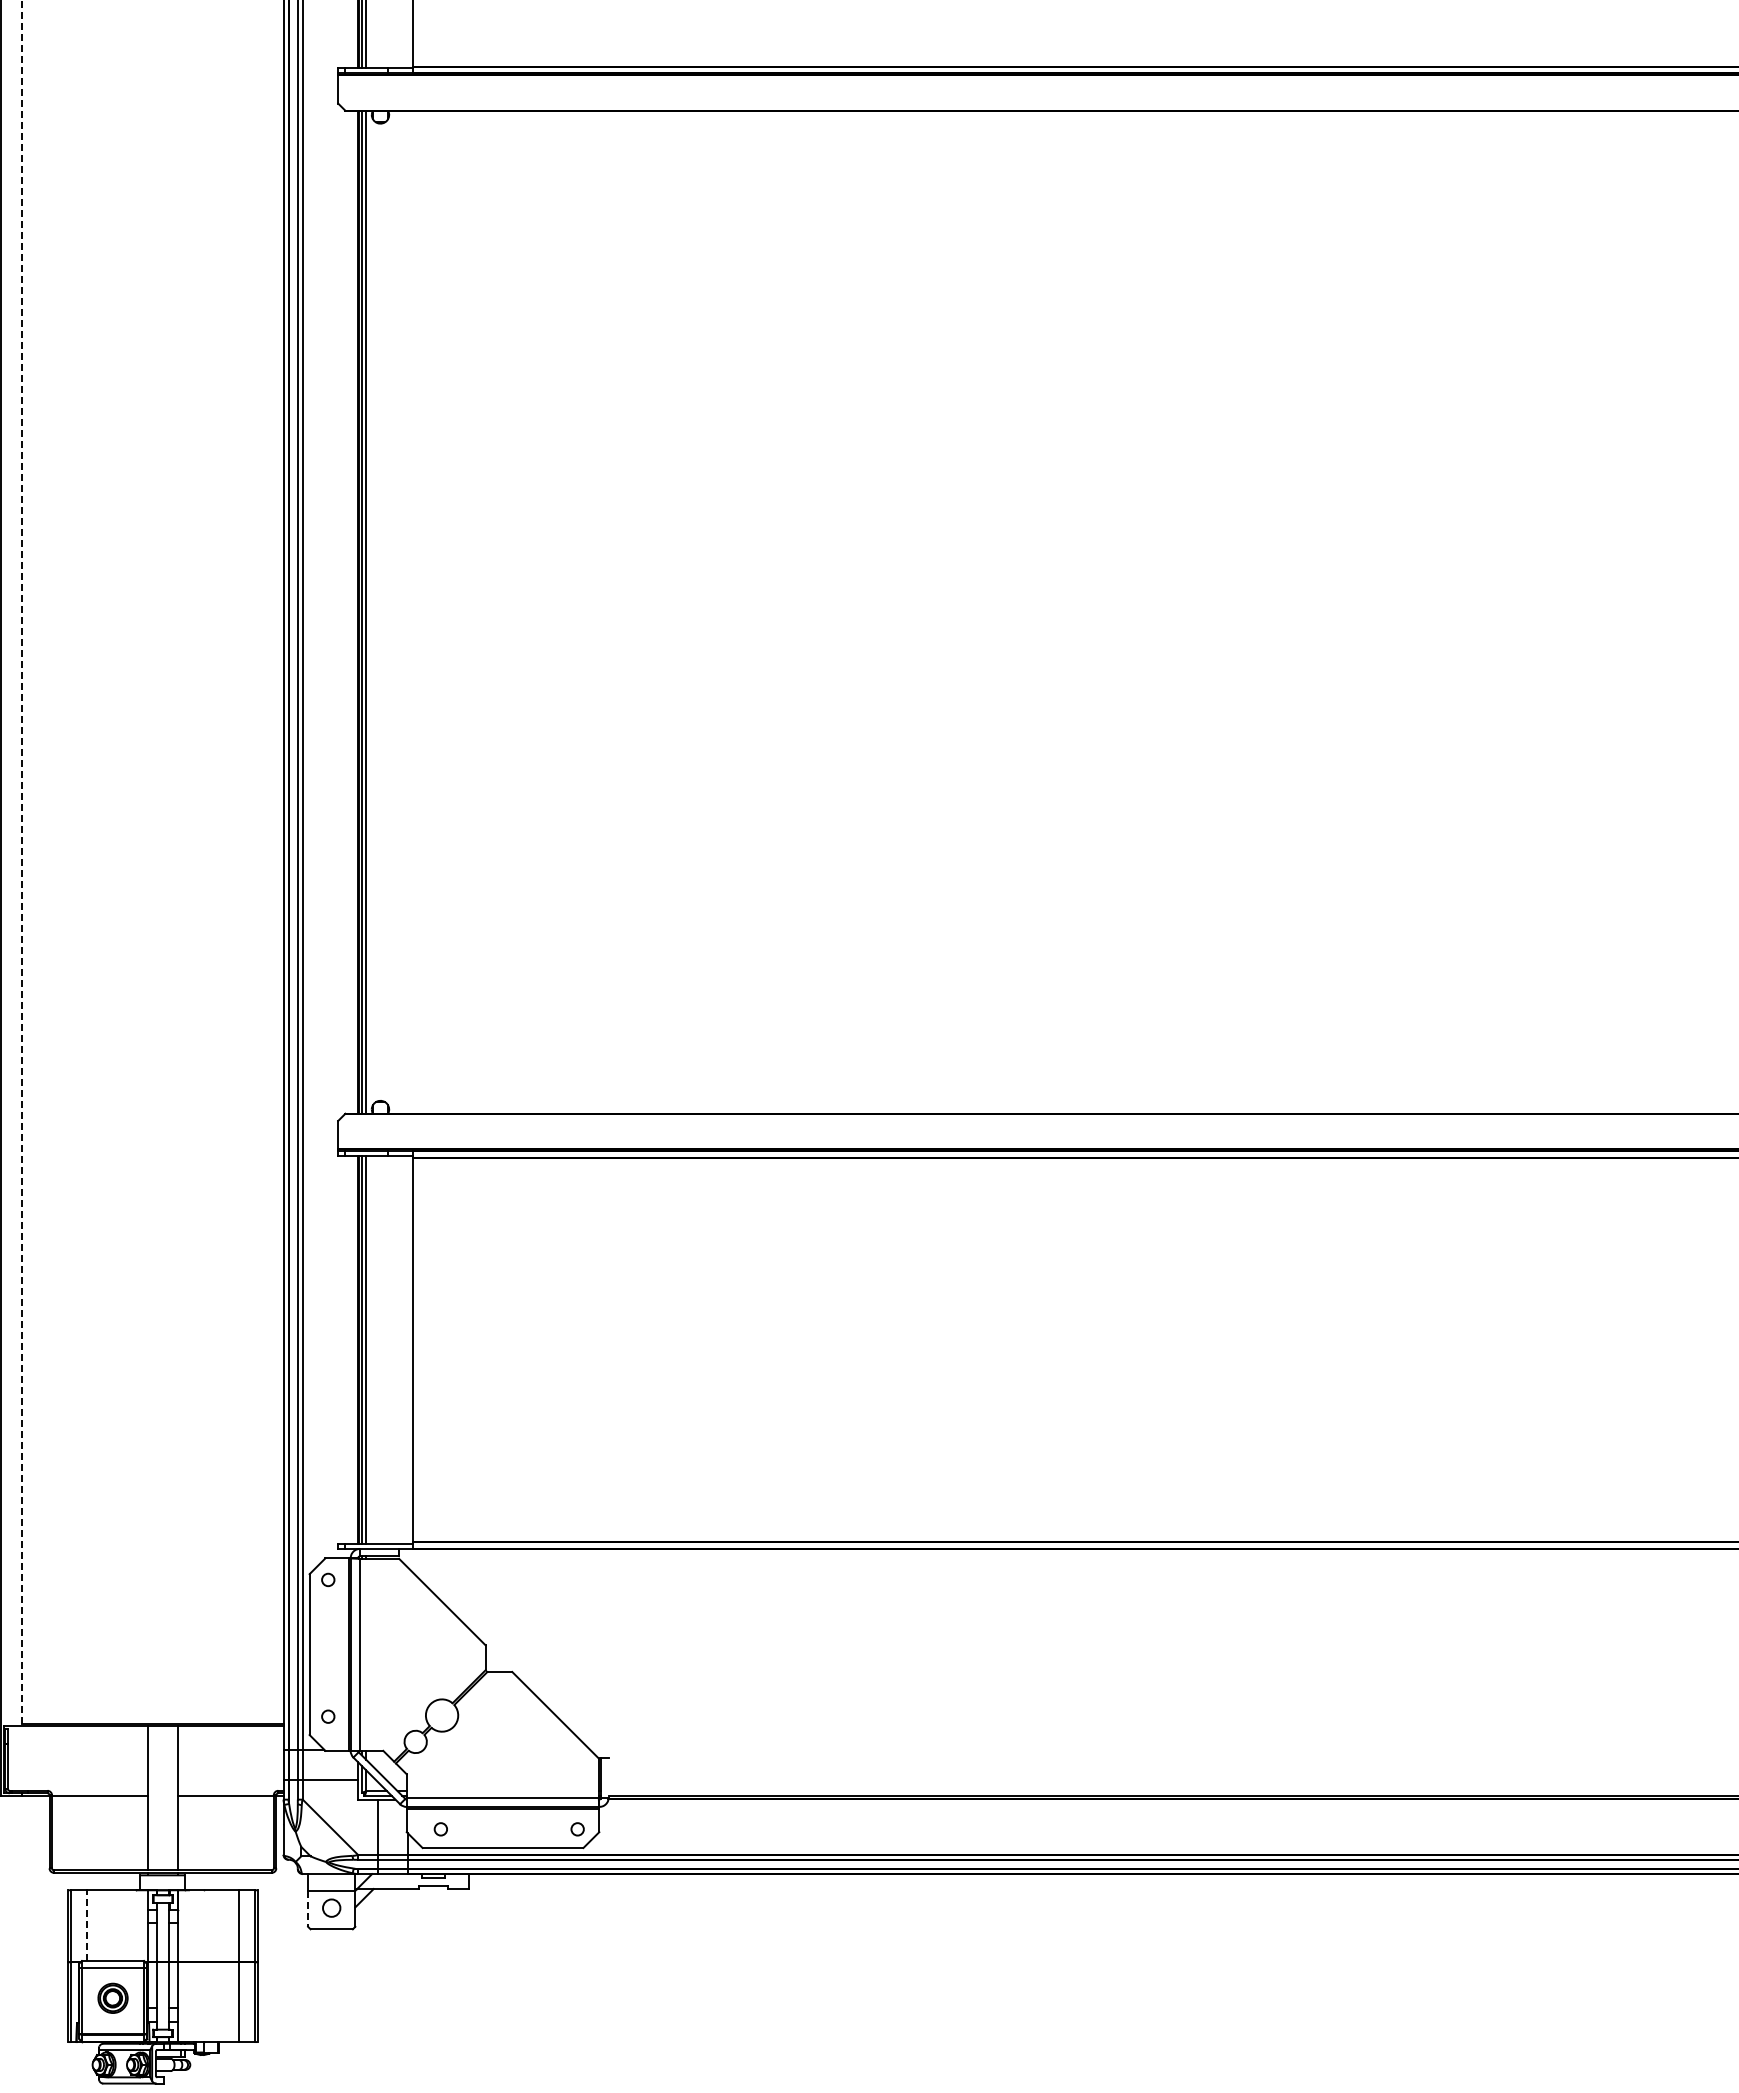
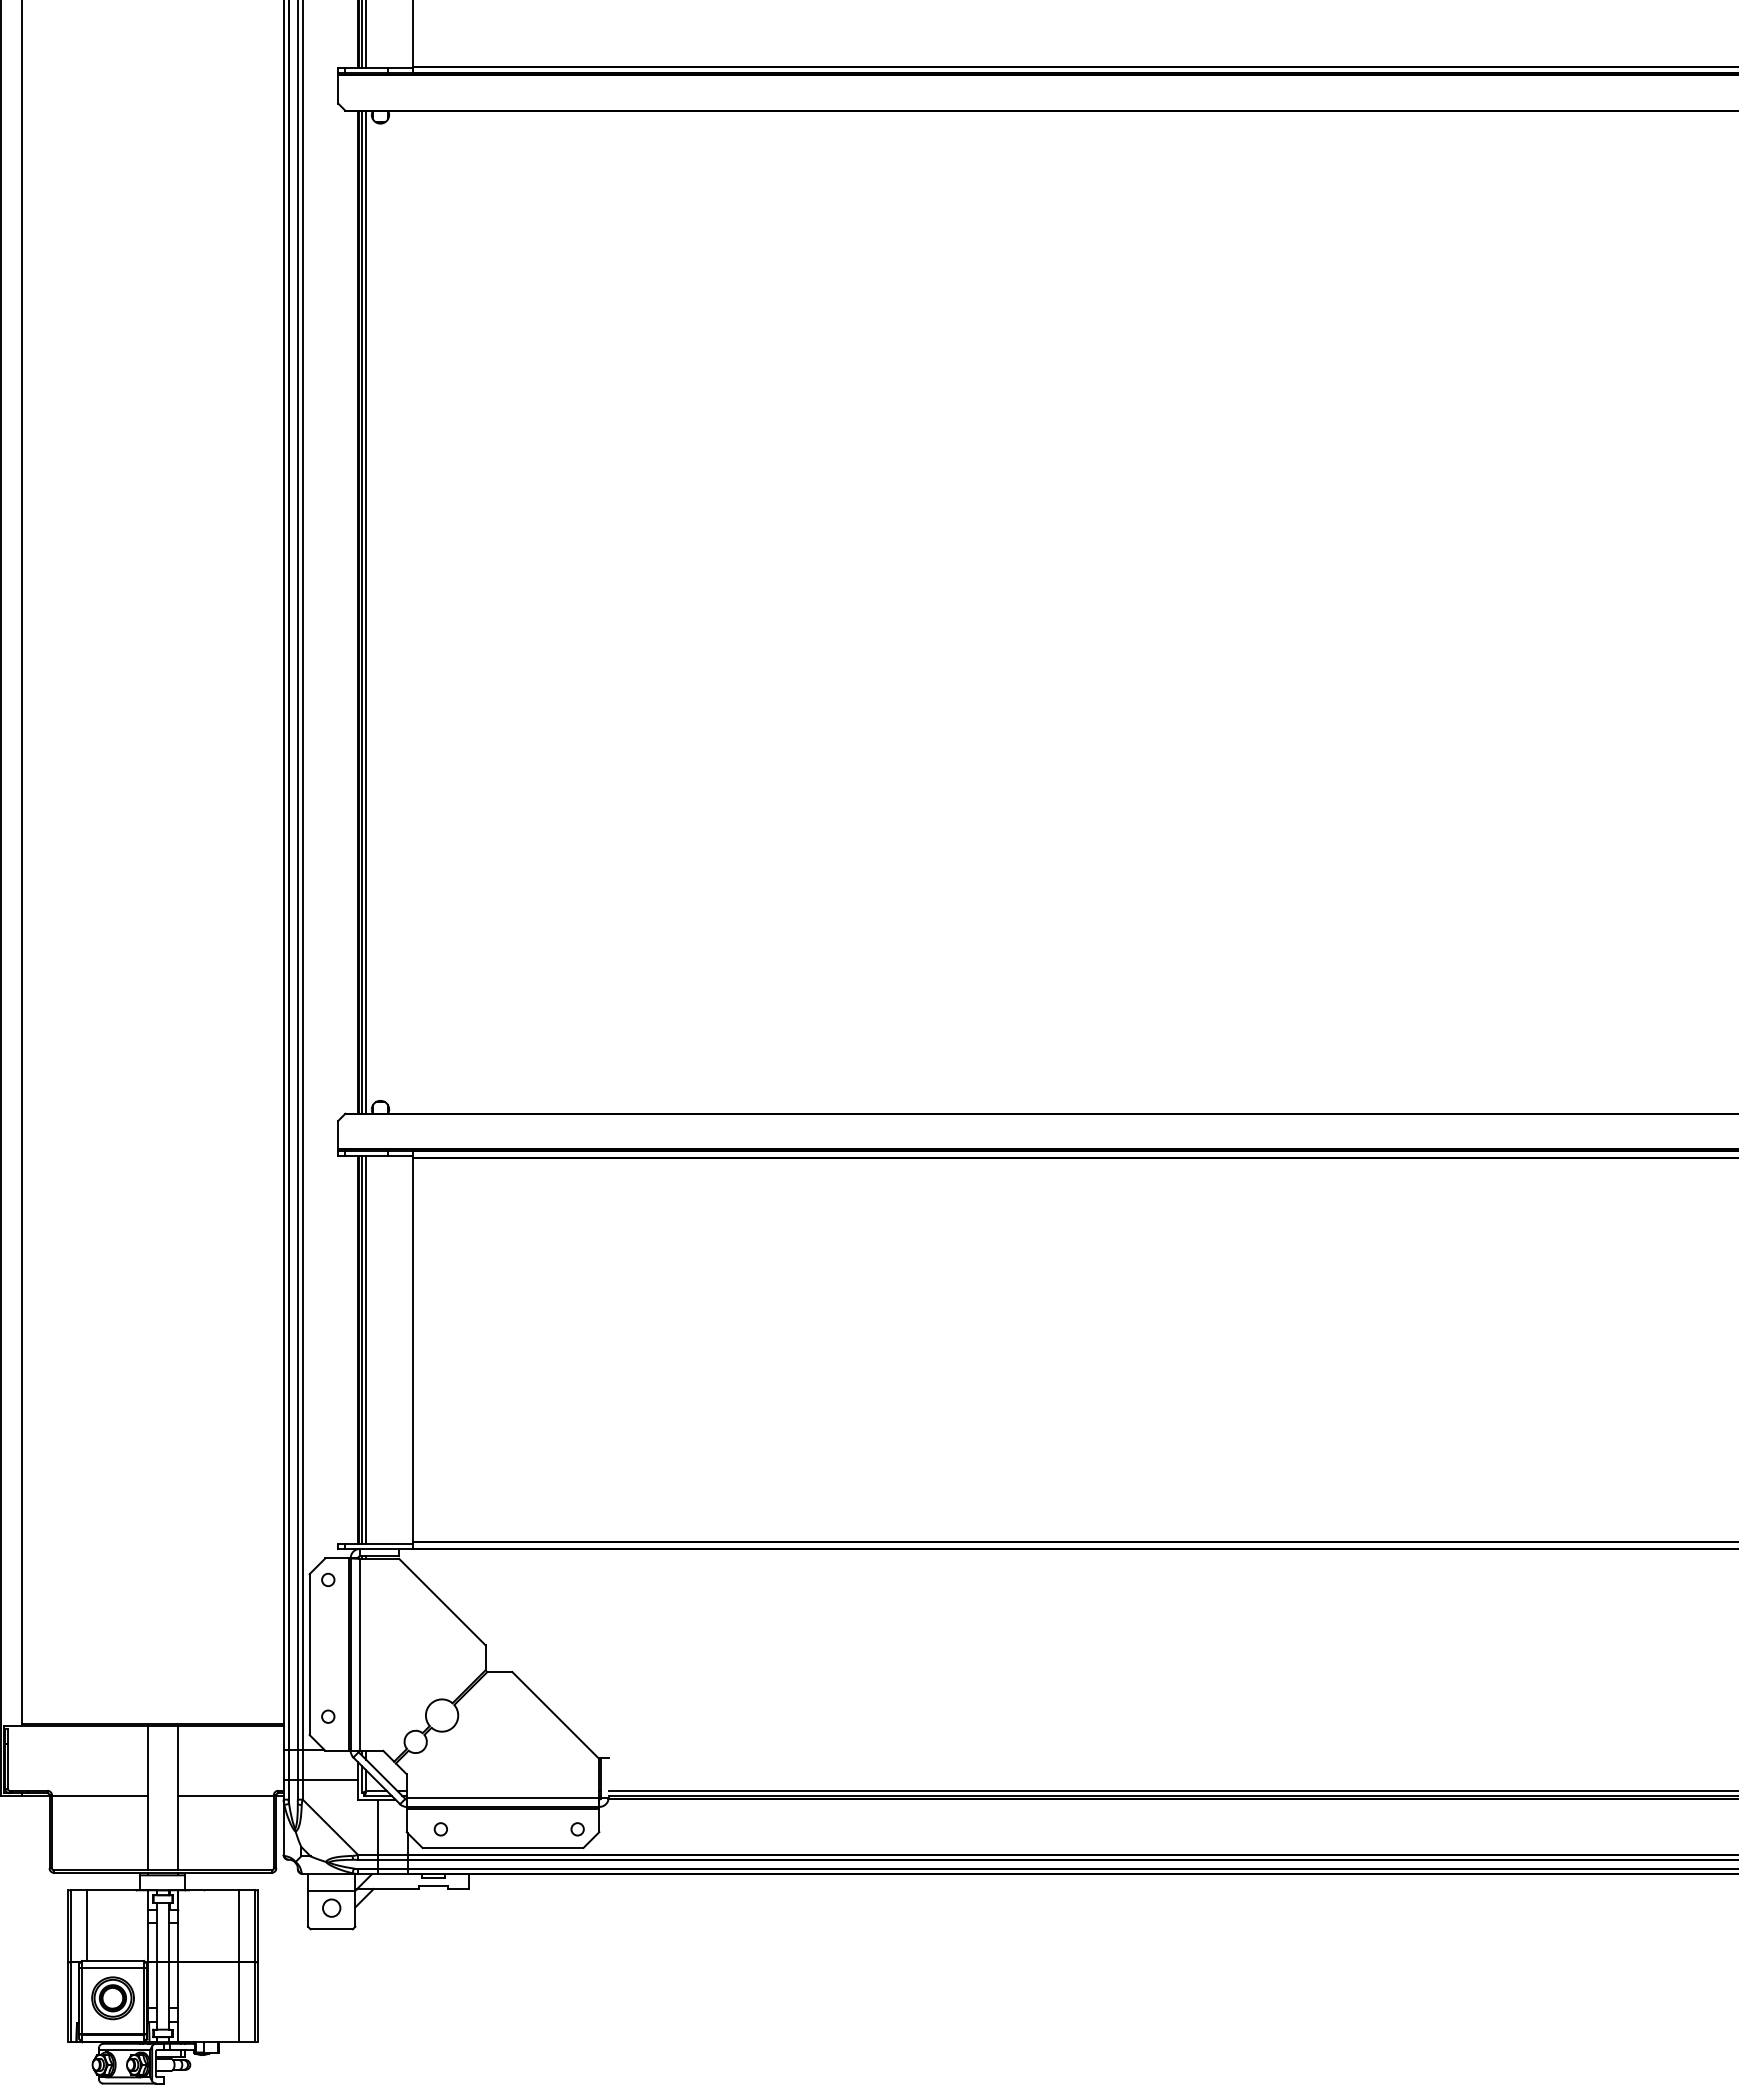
line at (22, 862): dashed -> solid
line at (1171, 1791): none -> present
line at (308, 1908): dashed -> solid
line at (86, 1925): dashed -> solid
part at (112, 1997) size: 32x32 px -> 44x45 px
